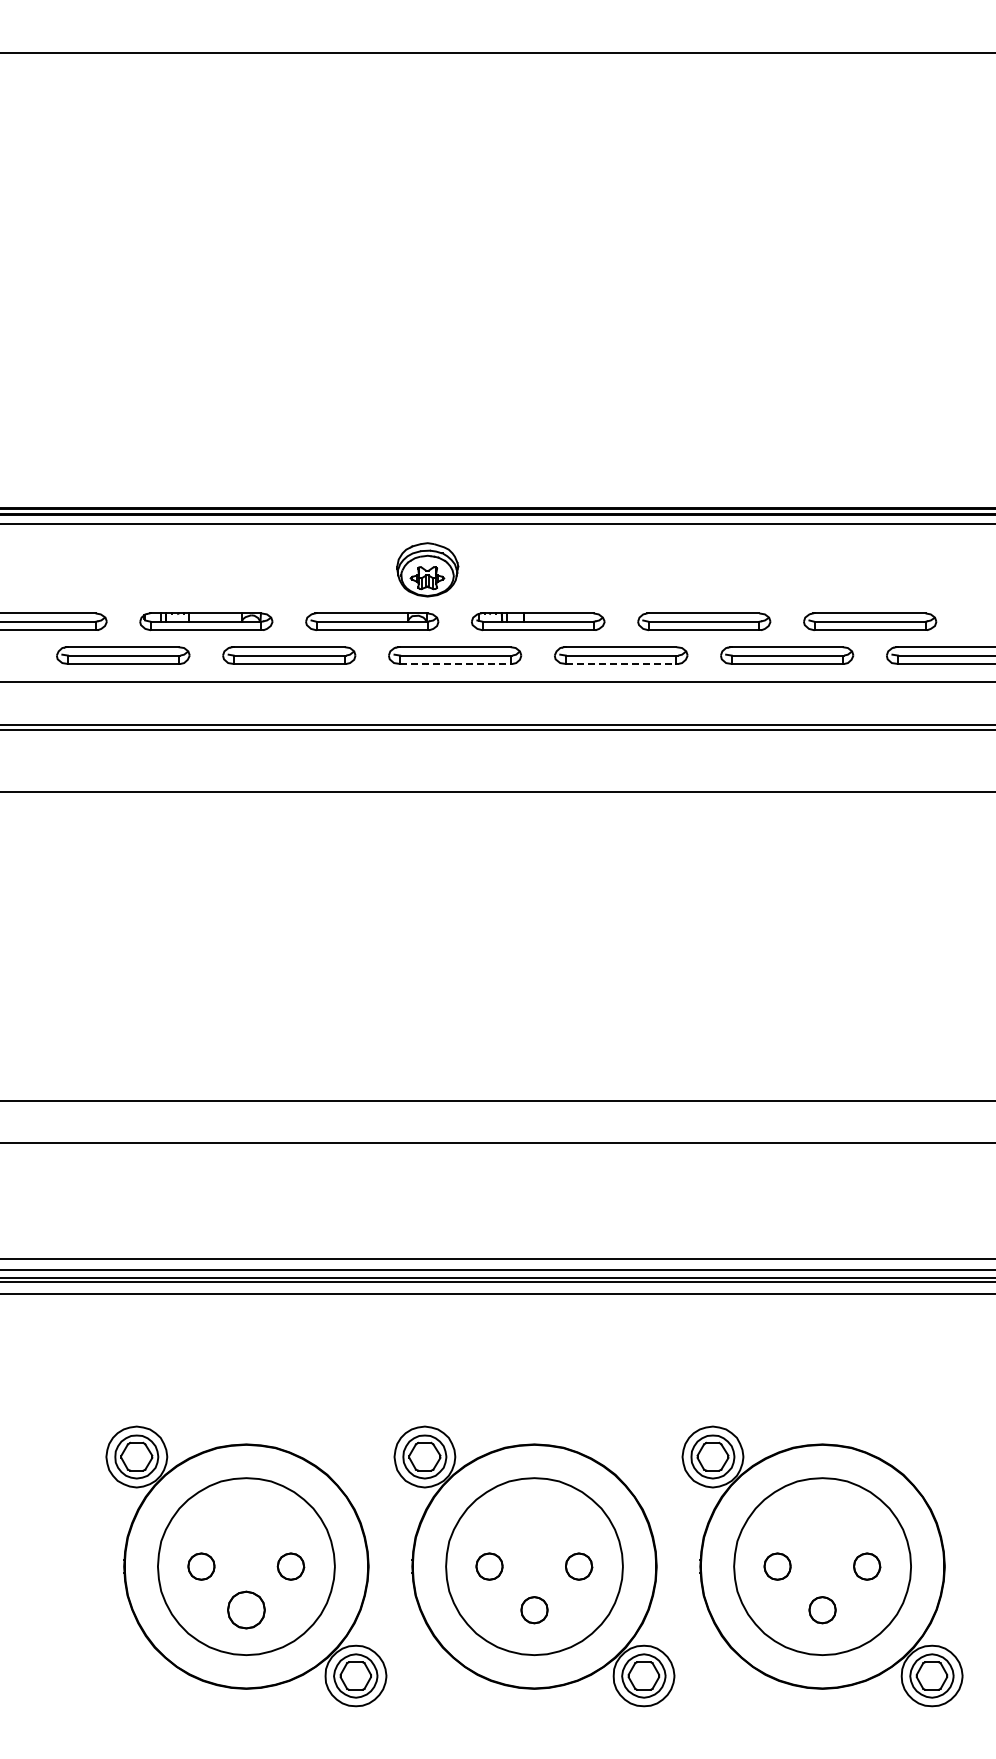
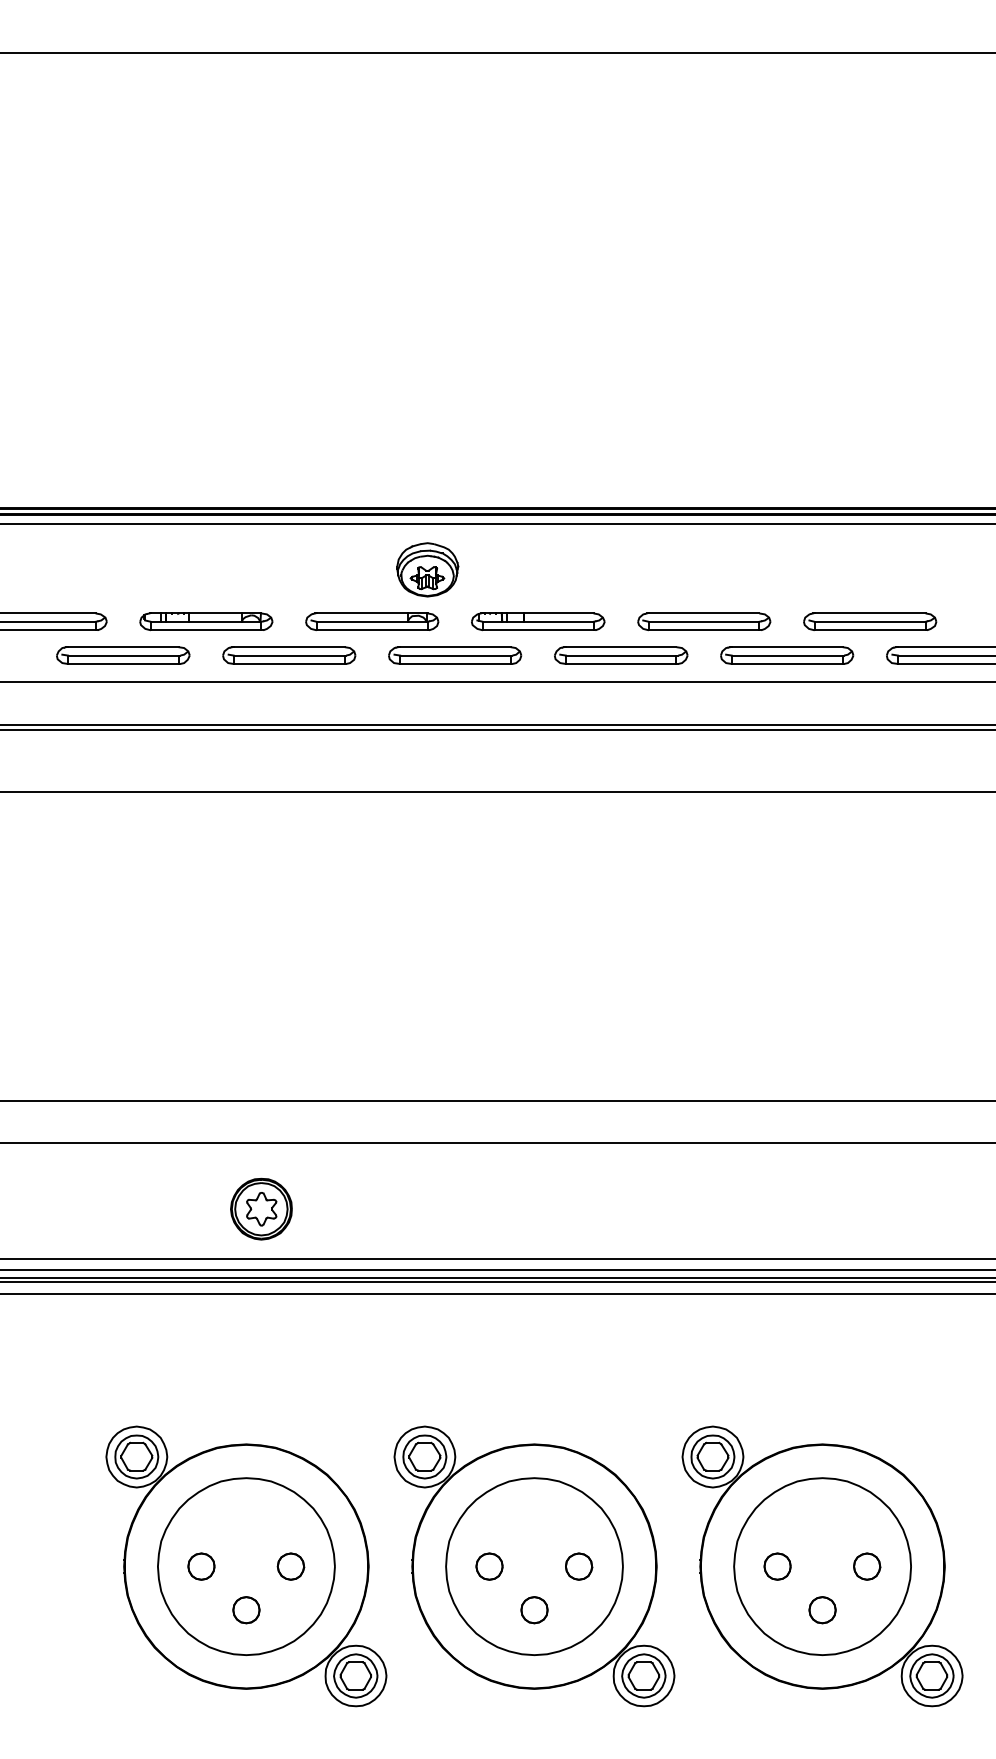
line at (455, 663): dashed -> solid
line at (621, 663): dashed -> solid
part at (261, 1208): none -> present
part at (246, 1609) size: 39x40 px -> 29x29 px
